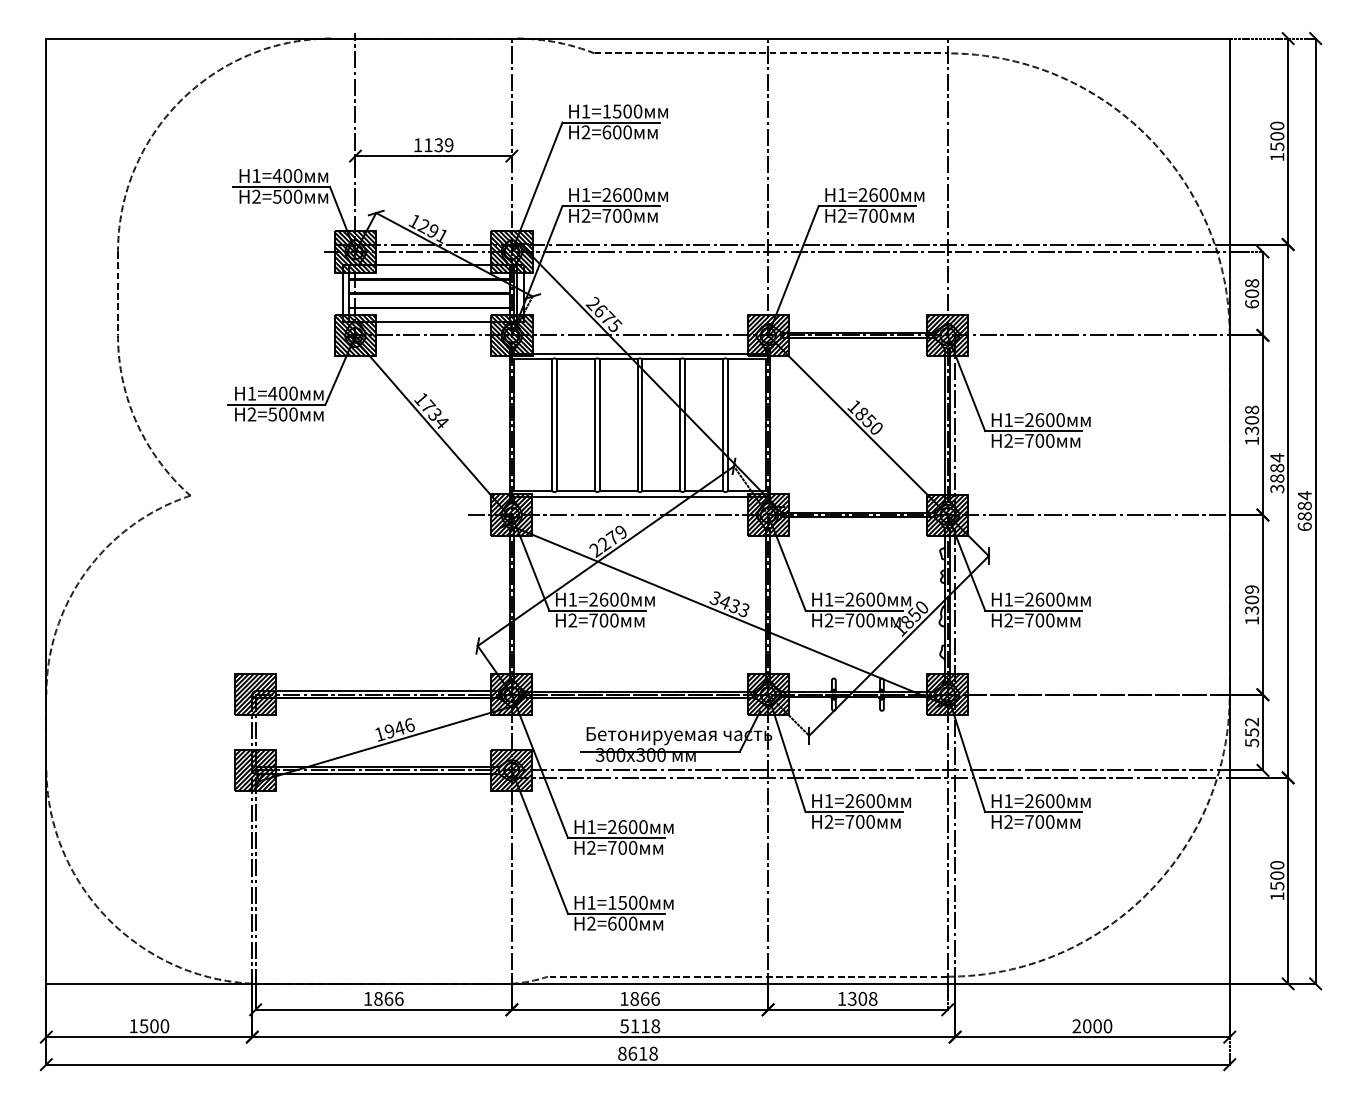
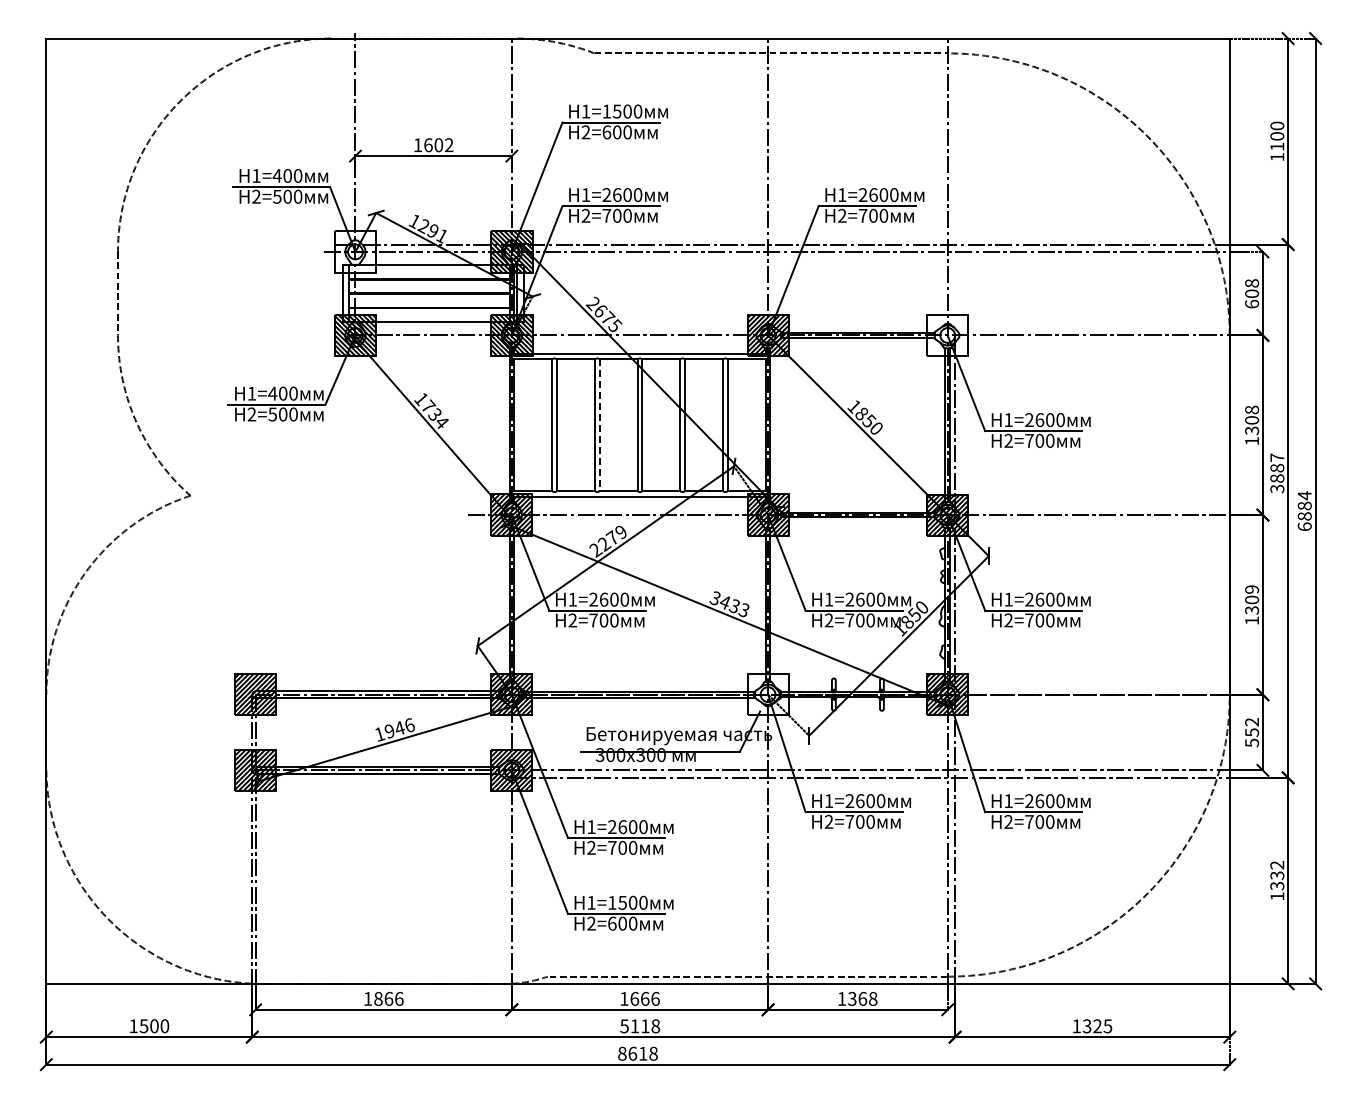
text at (438, 145): 1139 -> 1602
text at (1277, 146): 1500 -> 1100
hatch at (355, 251): present -> none
hatch at (947, 335): present -> none
line at (599, 425): solid -> dashed
text at (1277, 457): 3884 -> 3887
hatch at (767, 694): present -> none
text at (1277, 875): 1500 -> 1332
text at (634, 998): 1866 -> 1666
text at (862, 998): 1308 -> 1368
text at (1092, 1026): 2000 -> 1325
